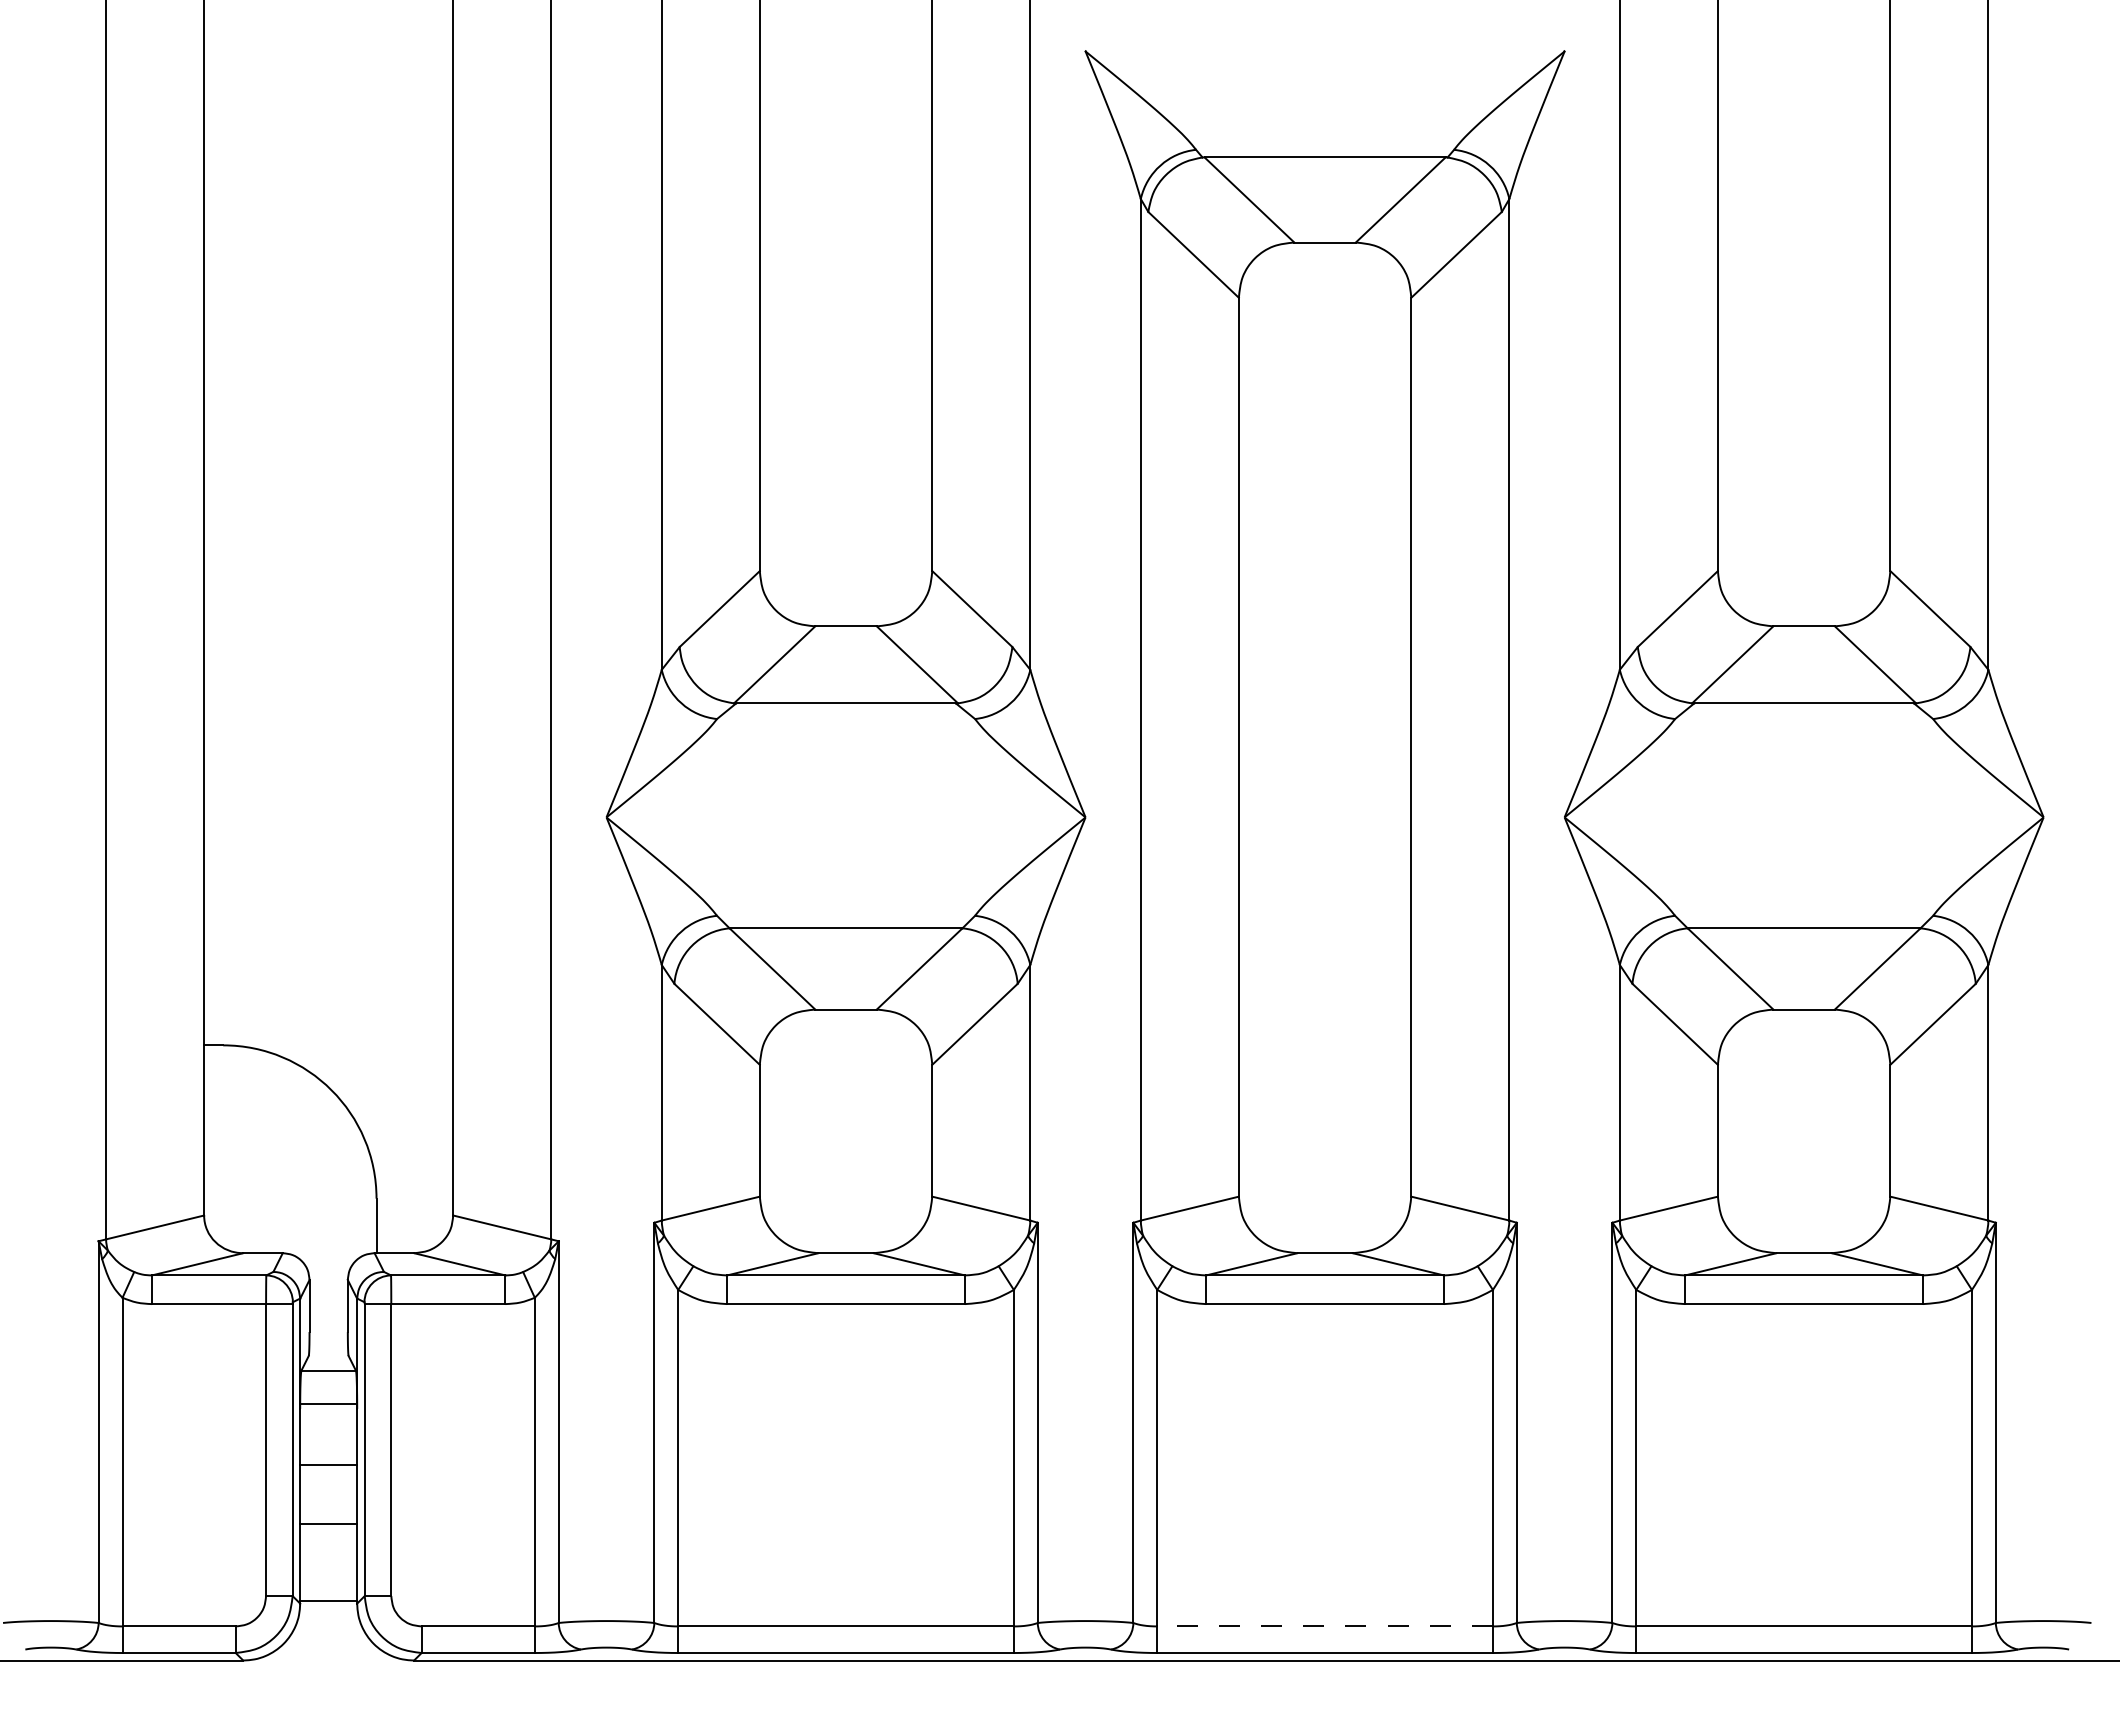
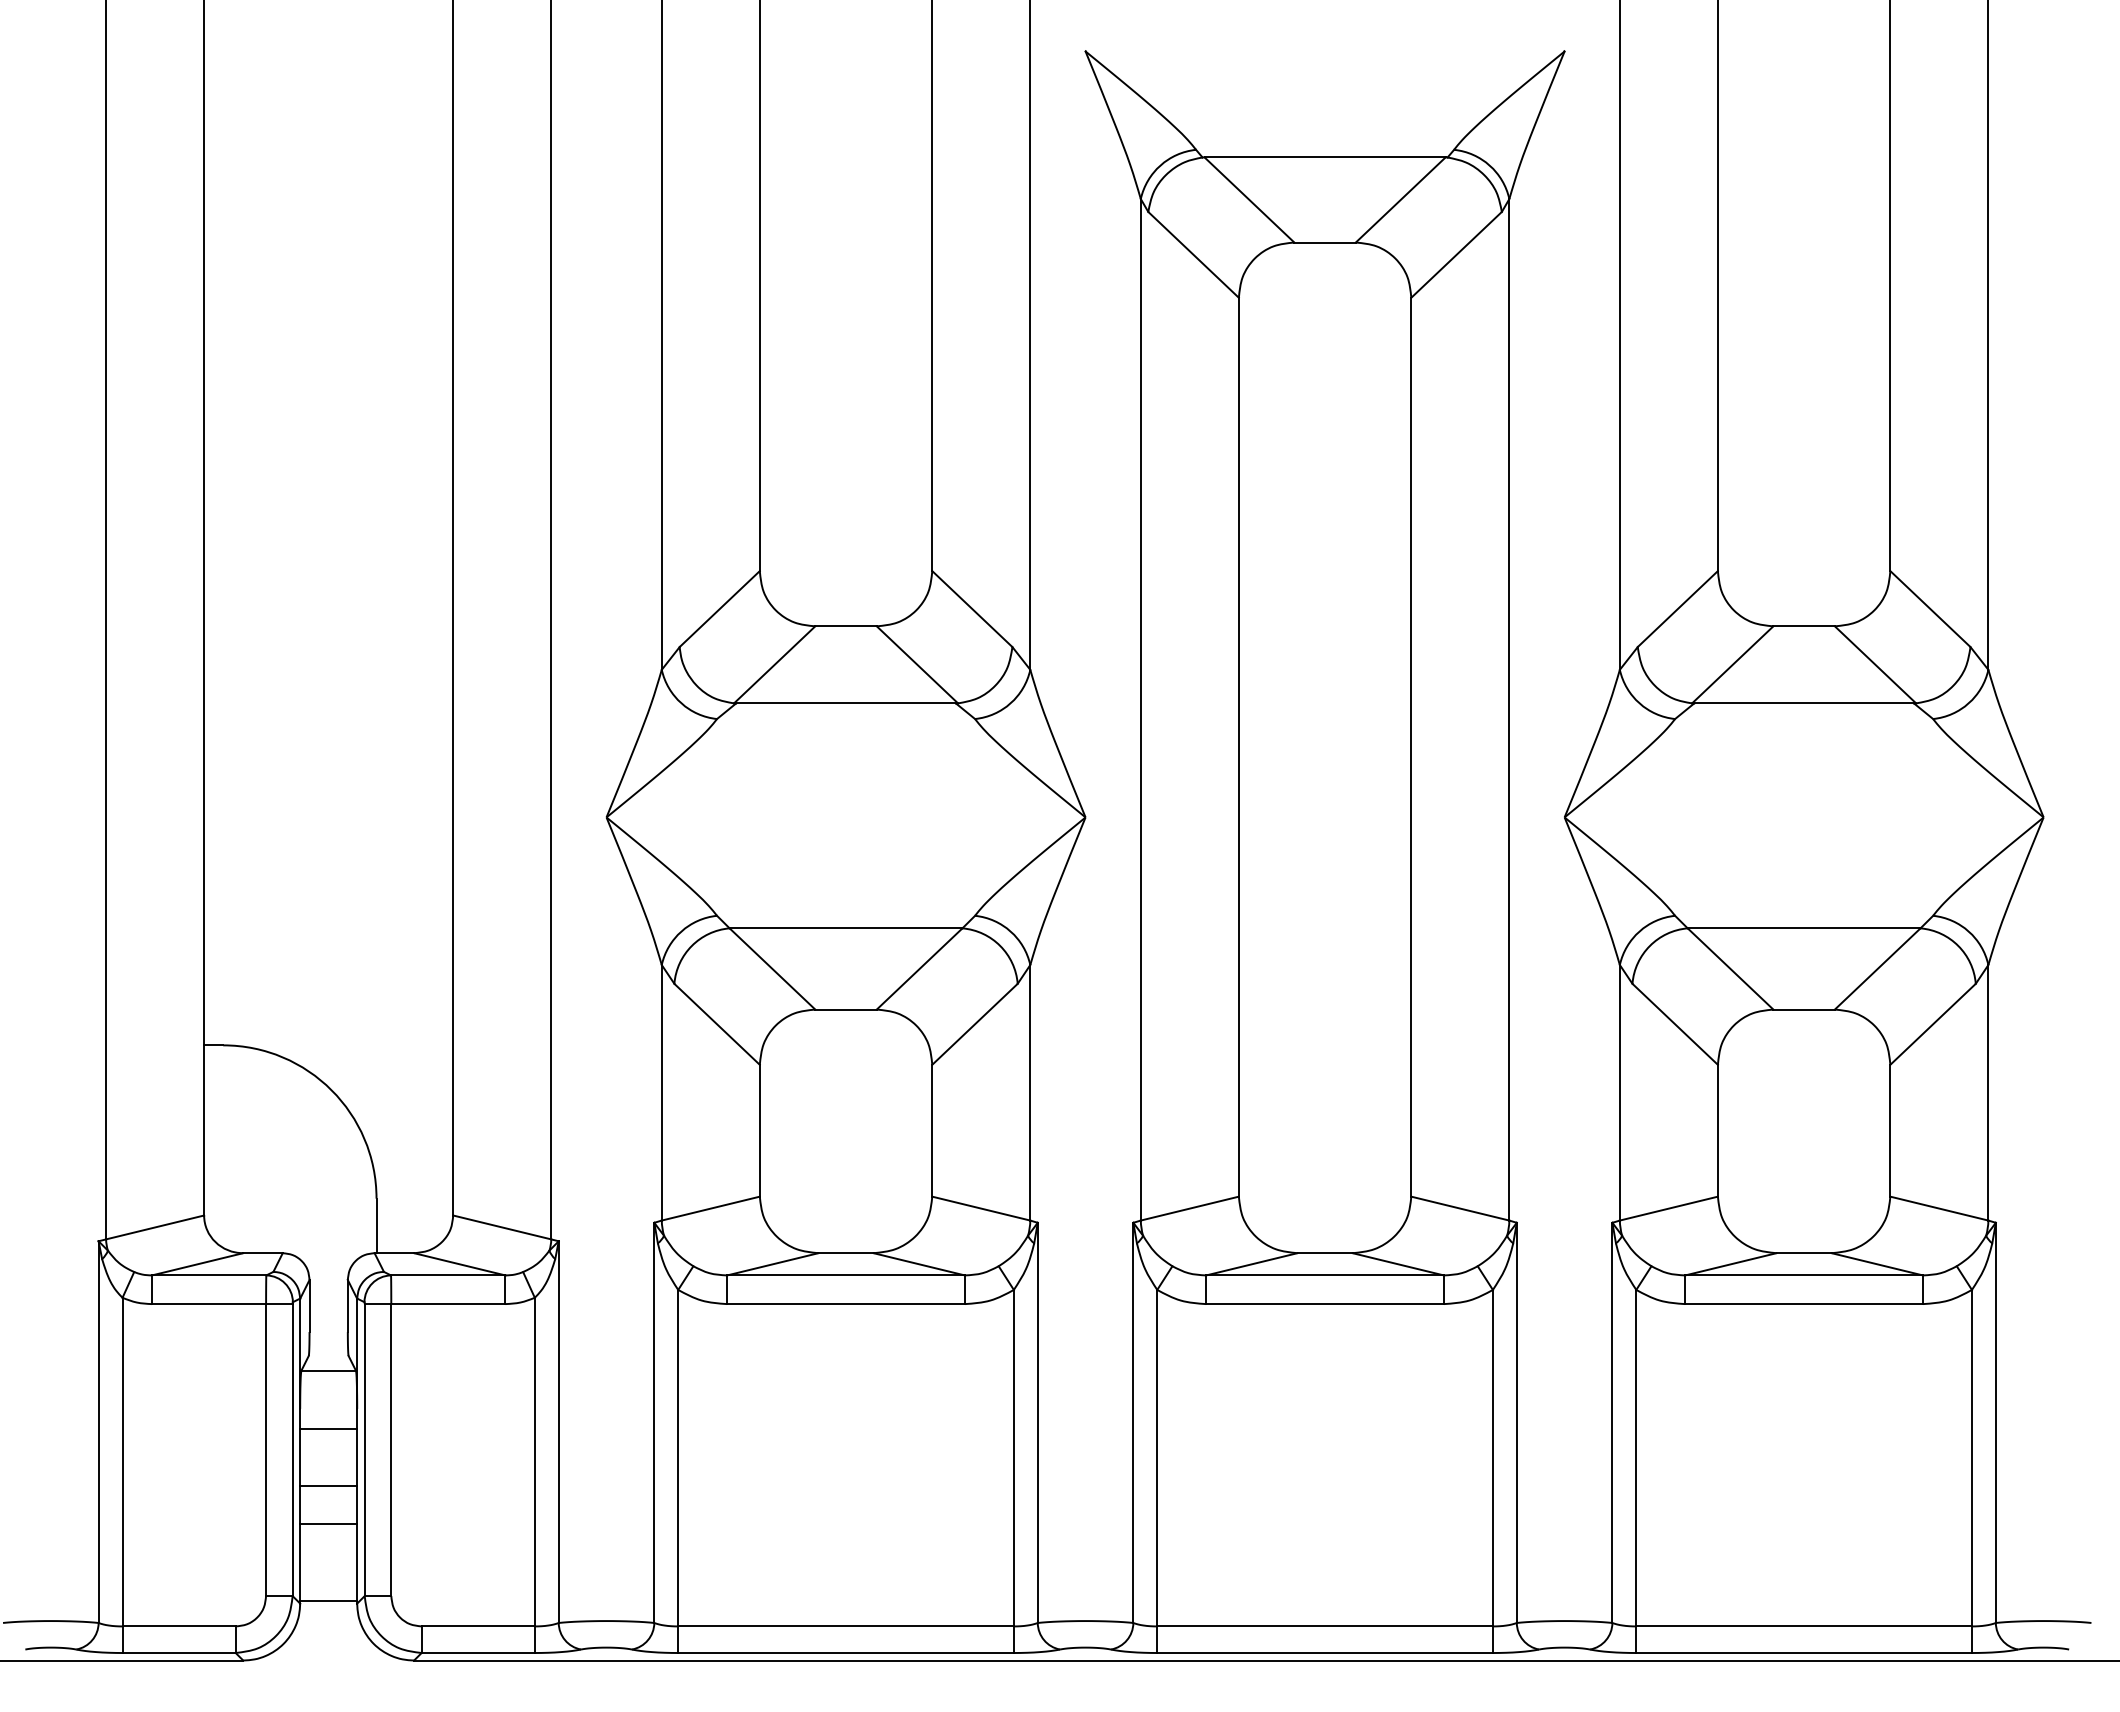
line at (328, 1403) position: (328, 1403) -> (328, 1428)
line at (328, 1465) position: (328, 1465) -> (328, 1486)
line at (1325, 1626): dashed -> solid
